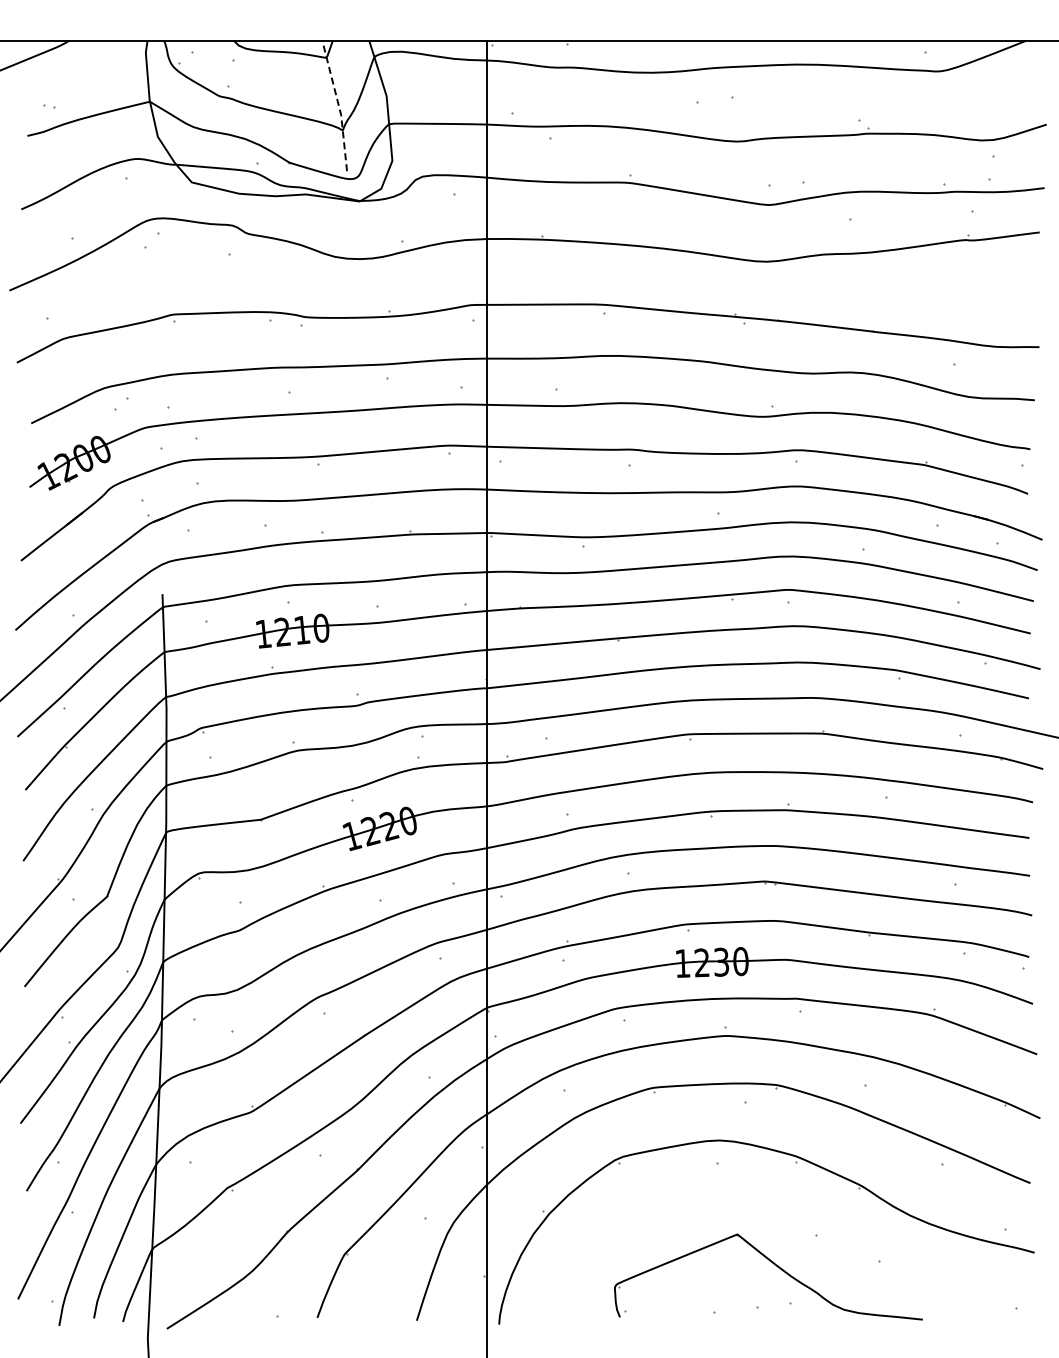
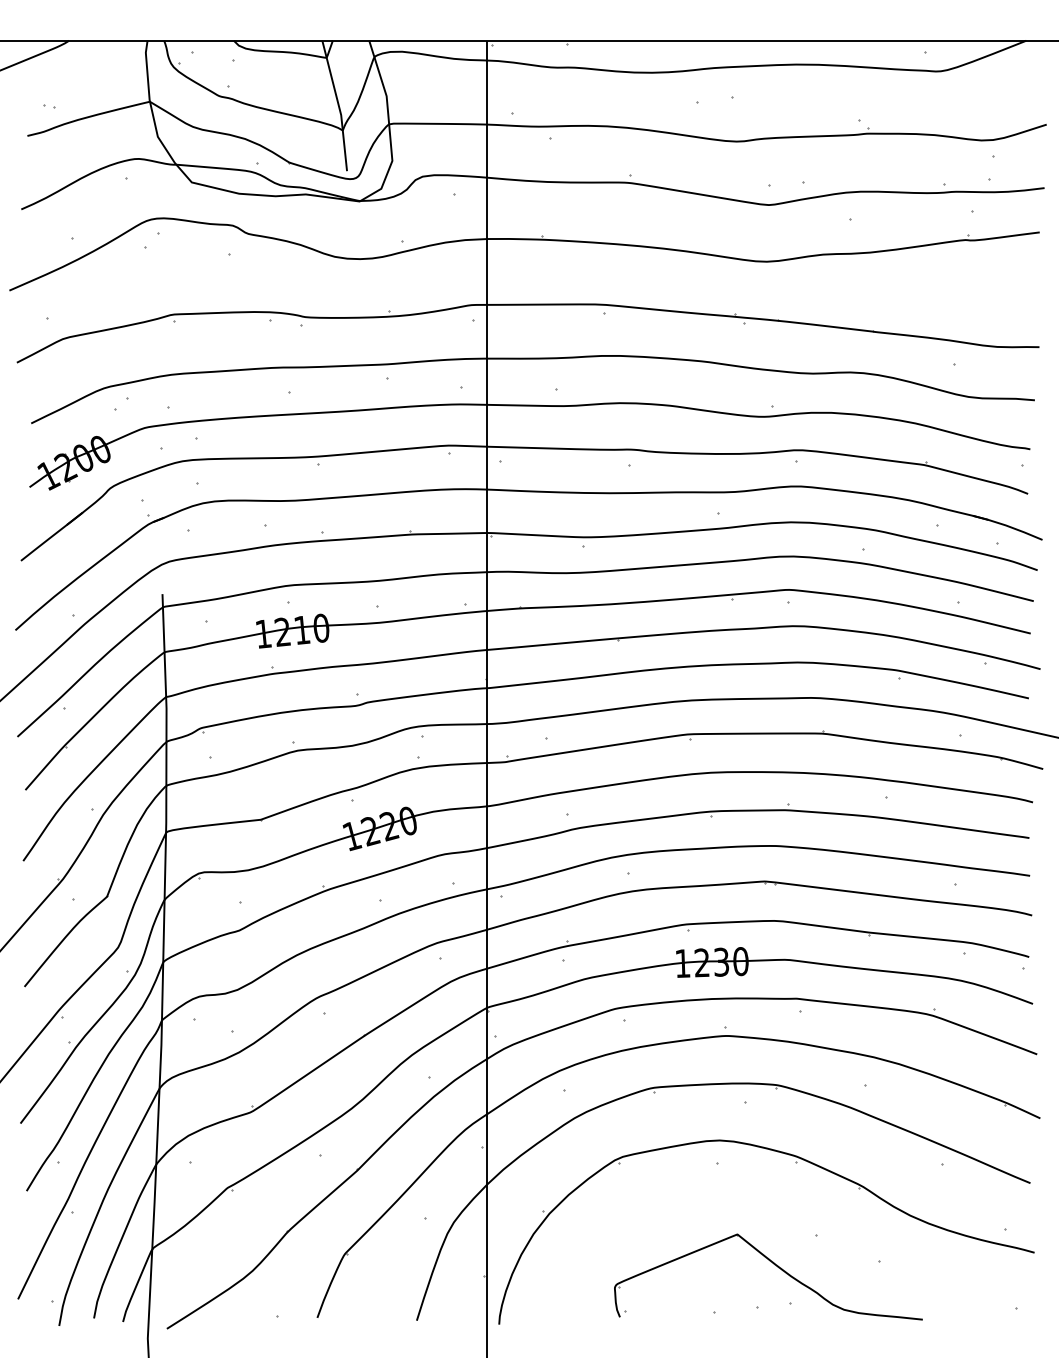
line at (338, 104): dashed -> solid
